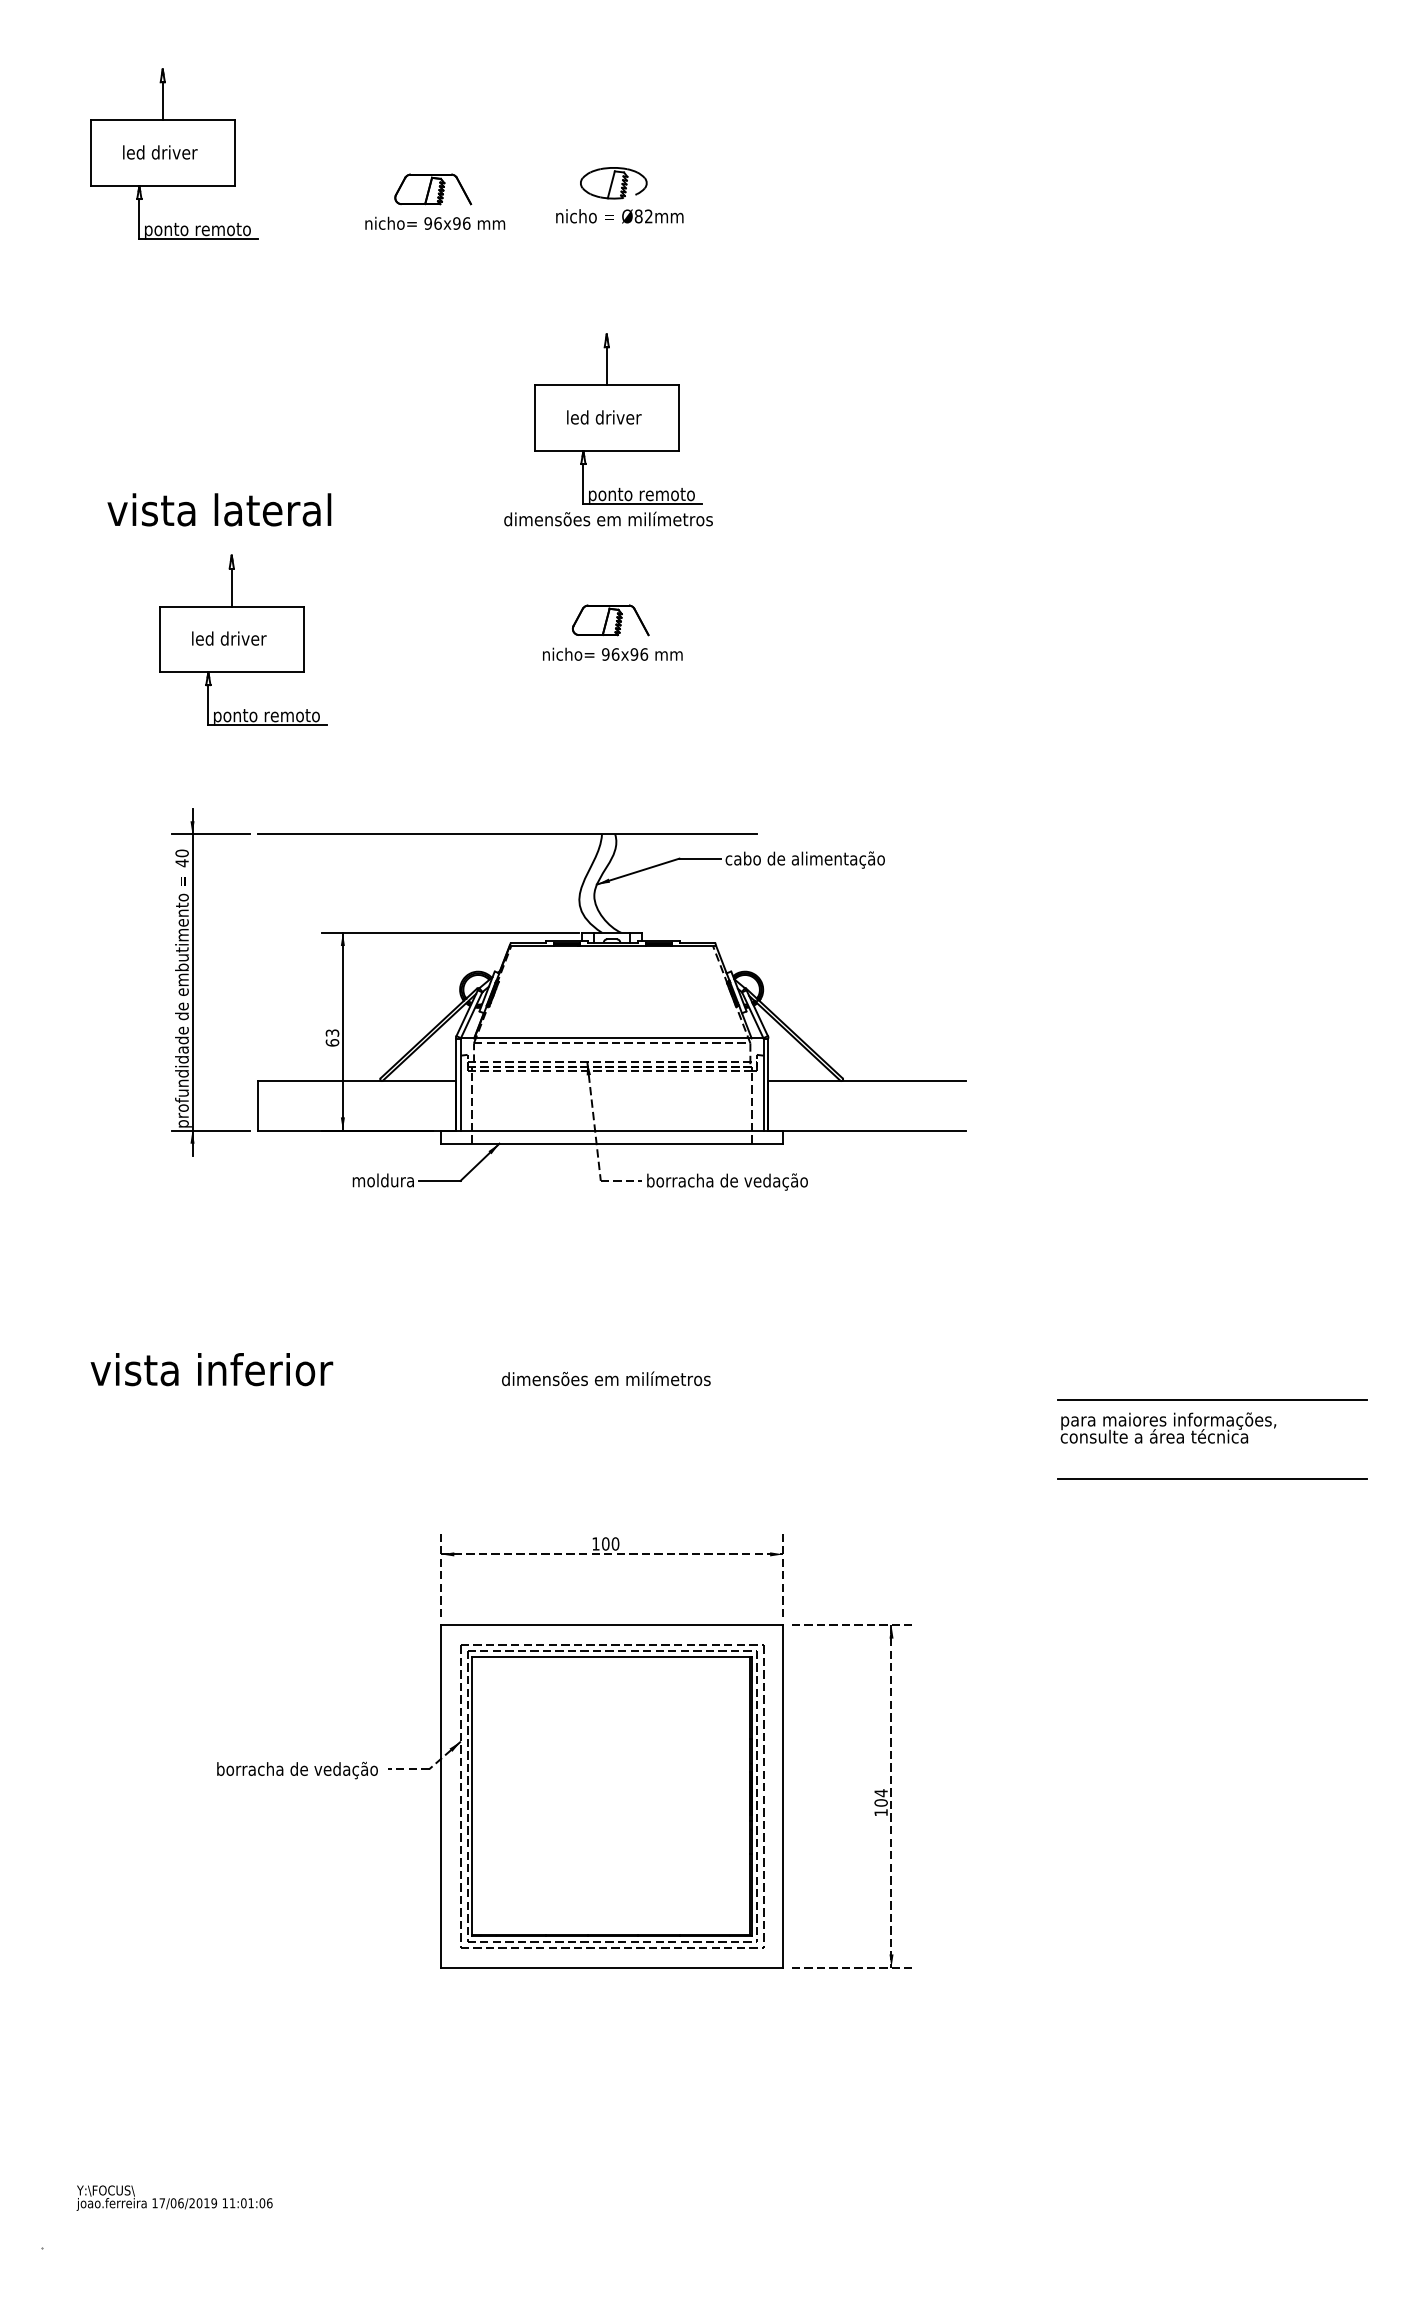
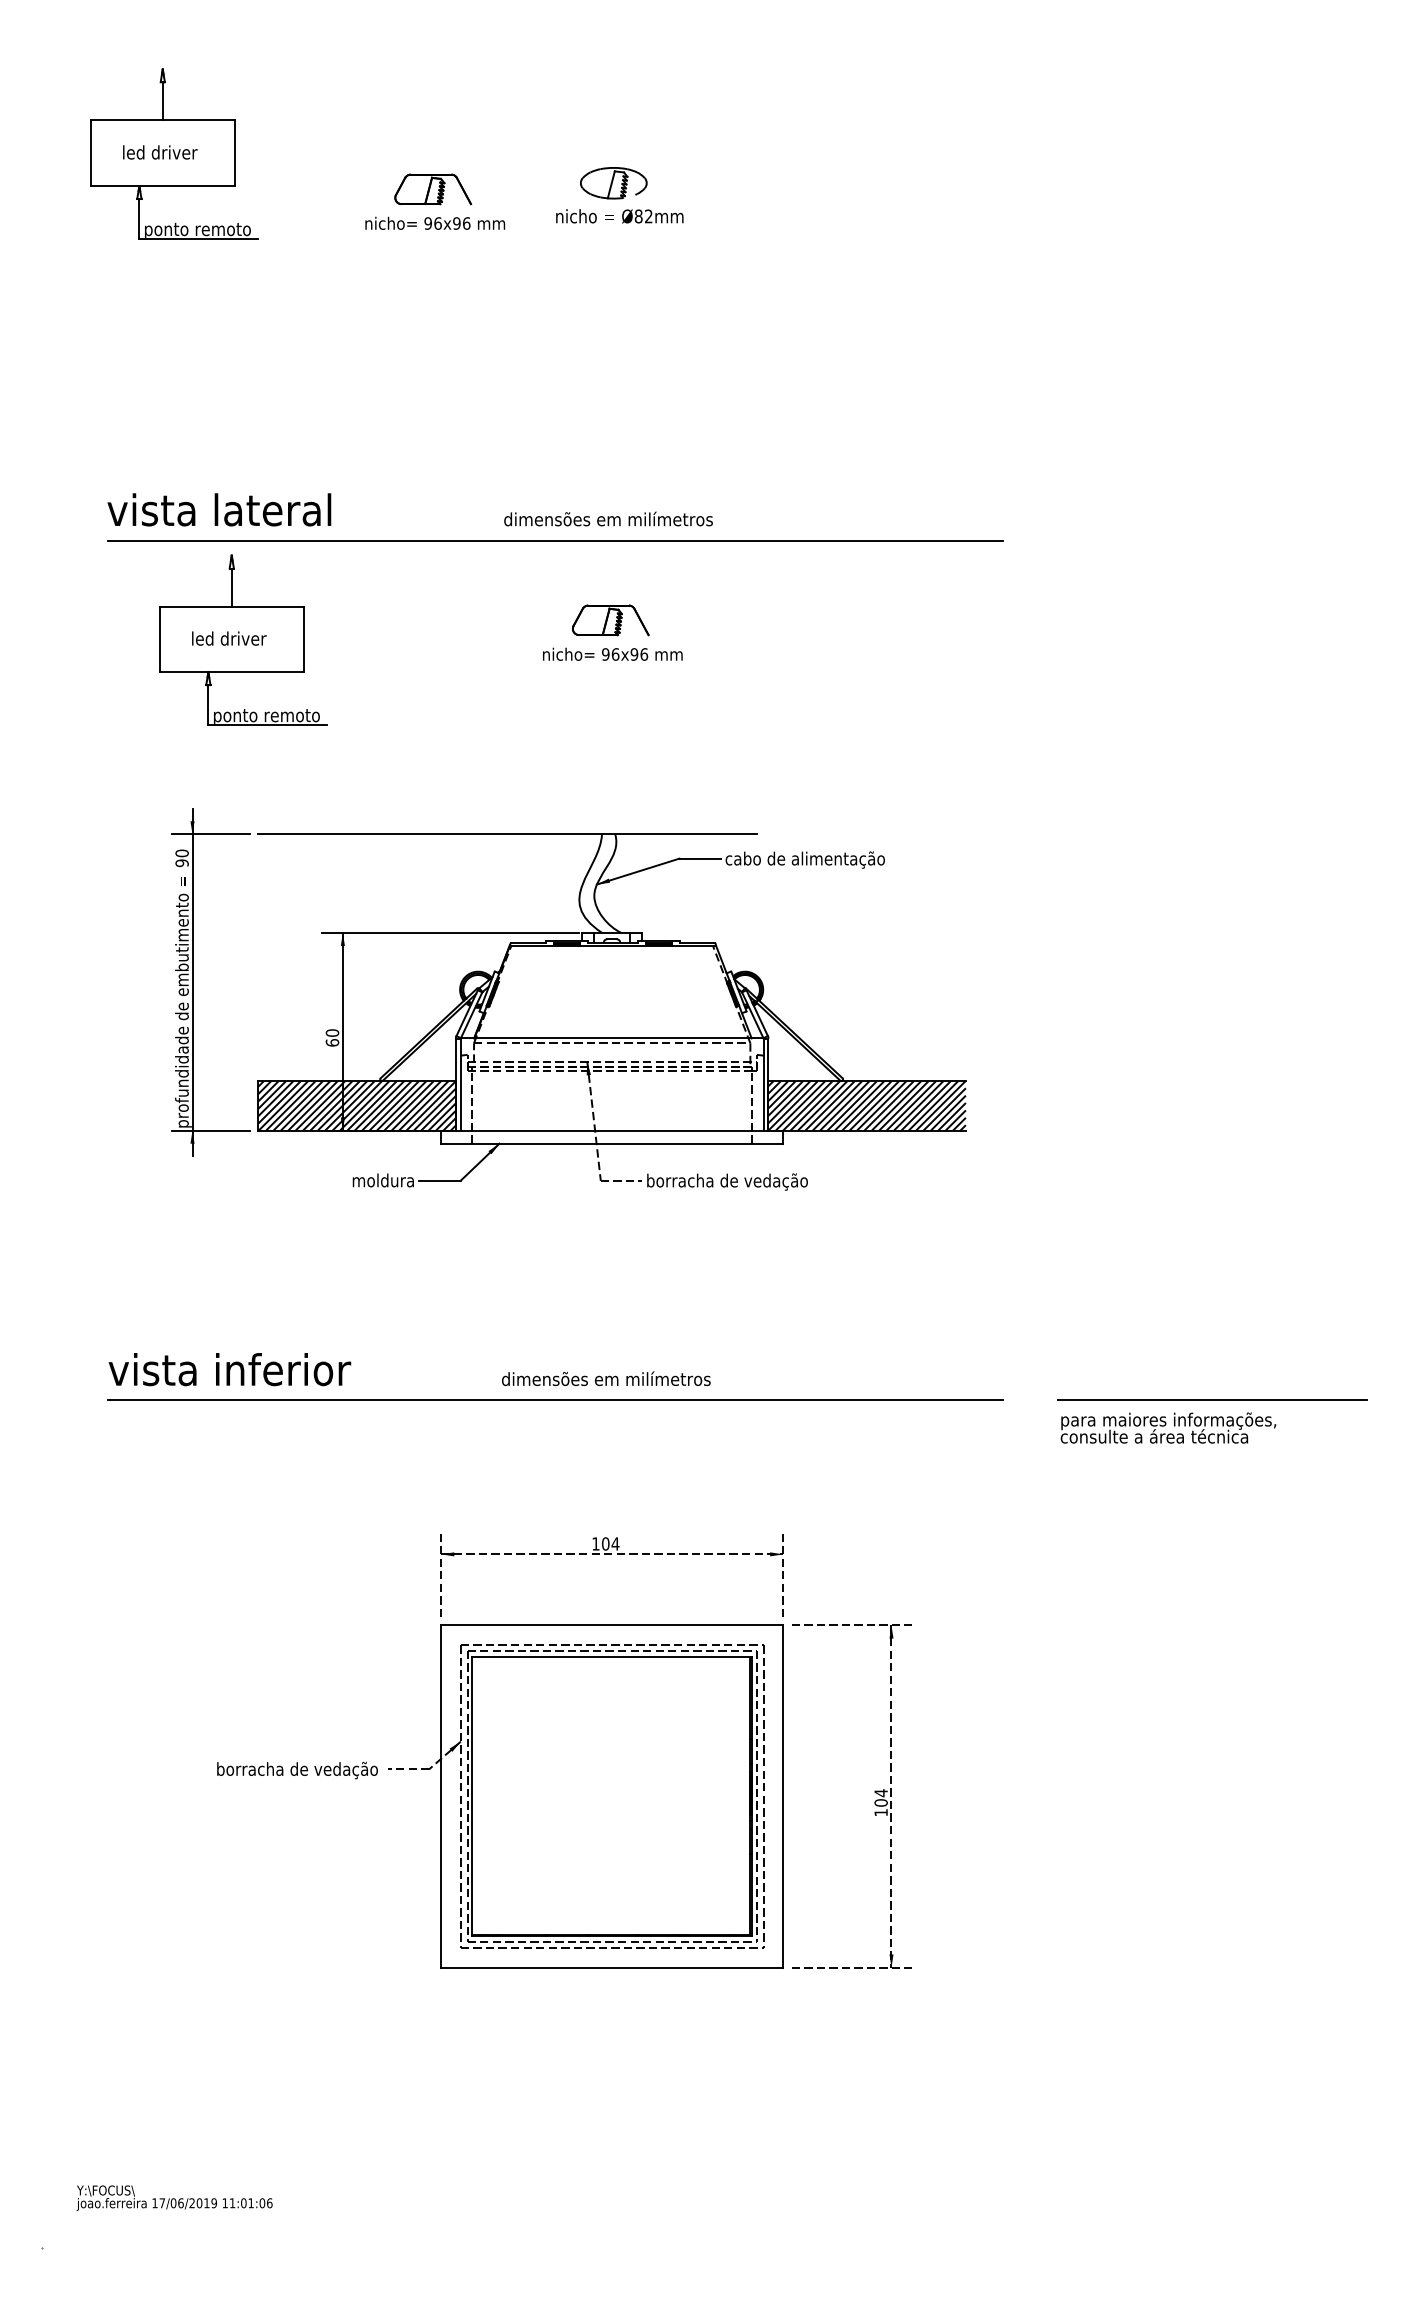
part at (618, 418): present -> none
line at (554, 540): none -> present
text at (181, 863): 40 -> 90
text at (332, 1032): 63 -> 60
hatch at (356, 1105): none -> present
hatch at (866, 1105): none -> present
text at (211, 1369) position: (211, 1369) -> (229, 1369)
line at (554, 1399): none -> present
line at (1212, 1478): present -> none
text at (615, 1543): 100 -> 104
